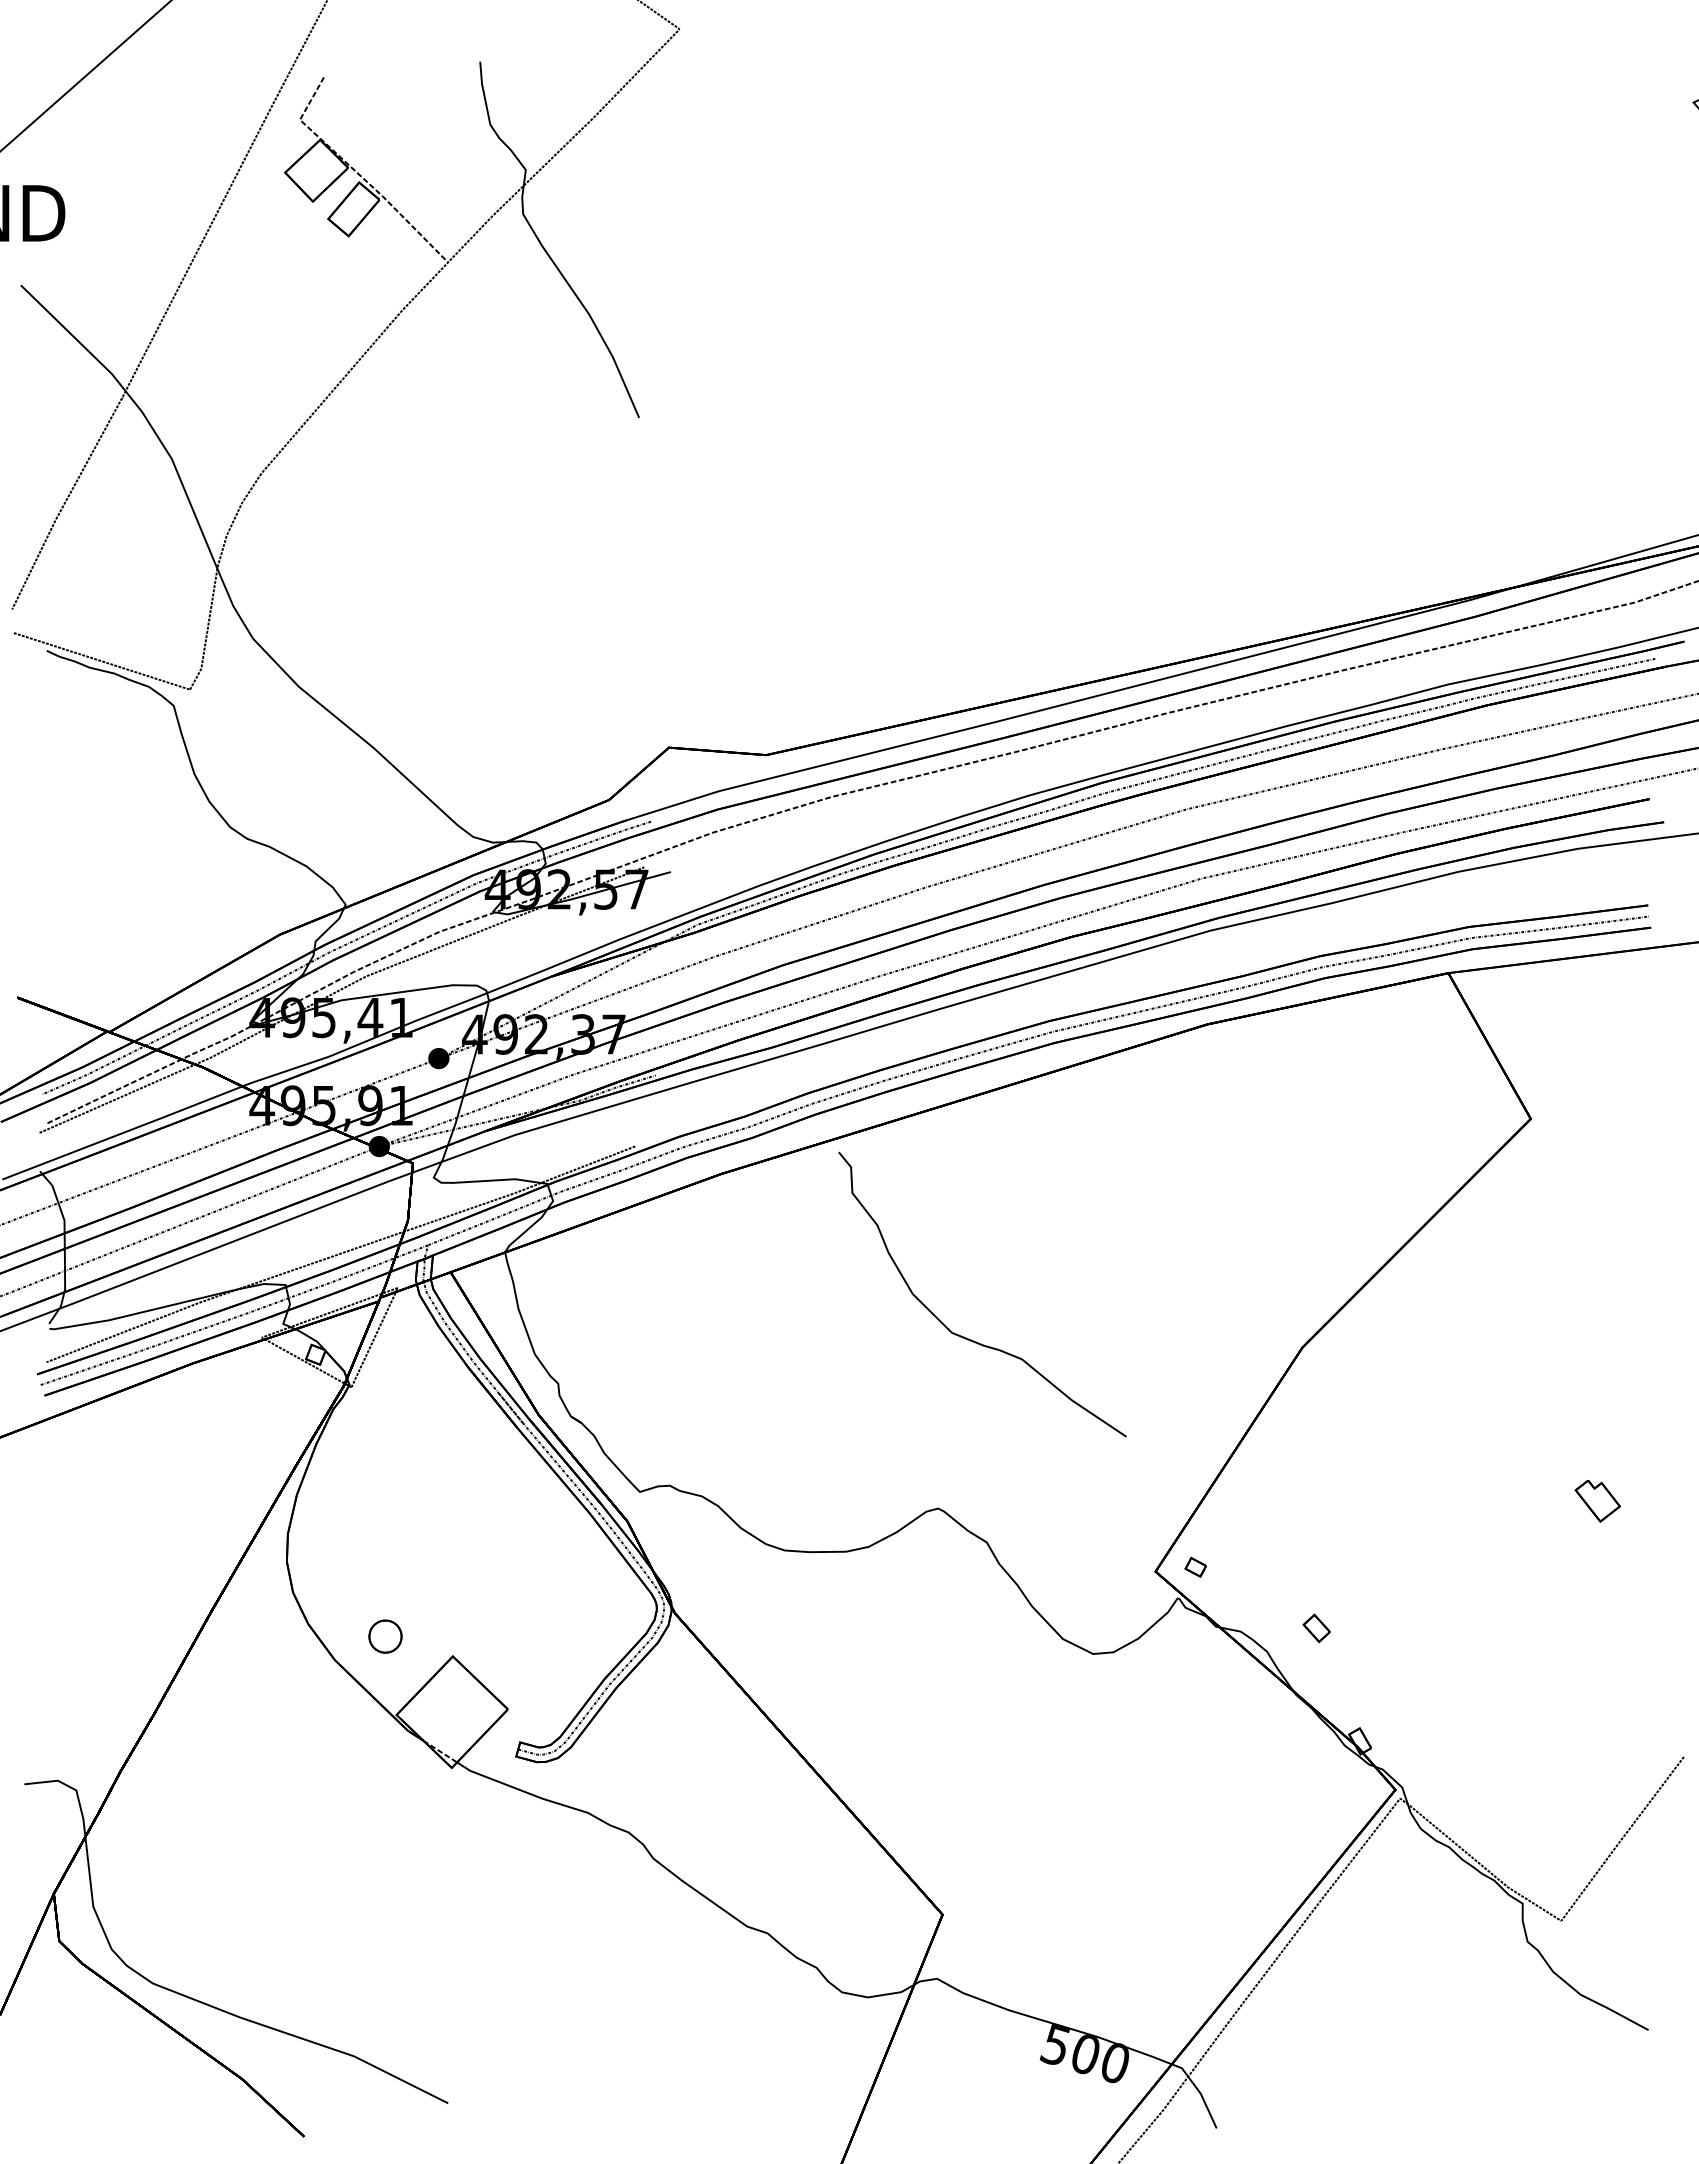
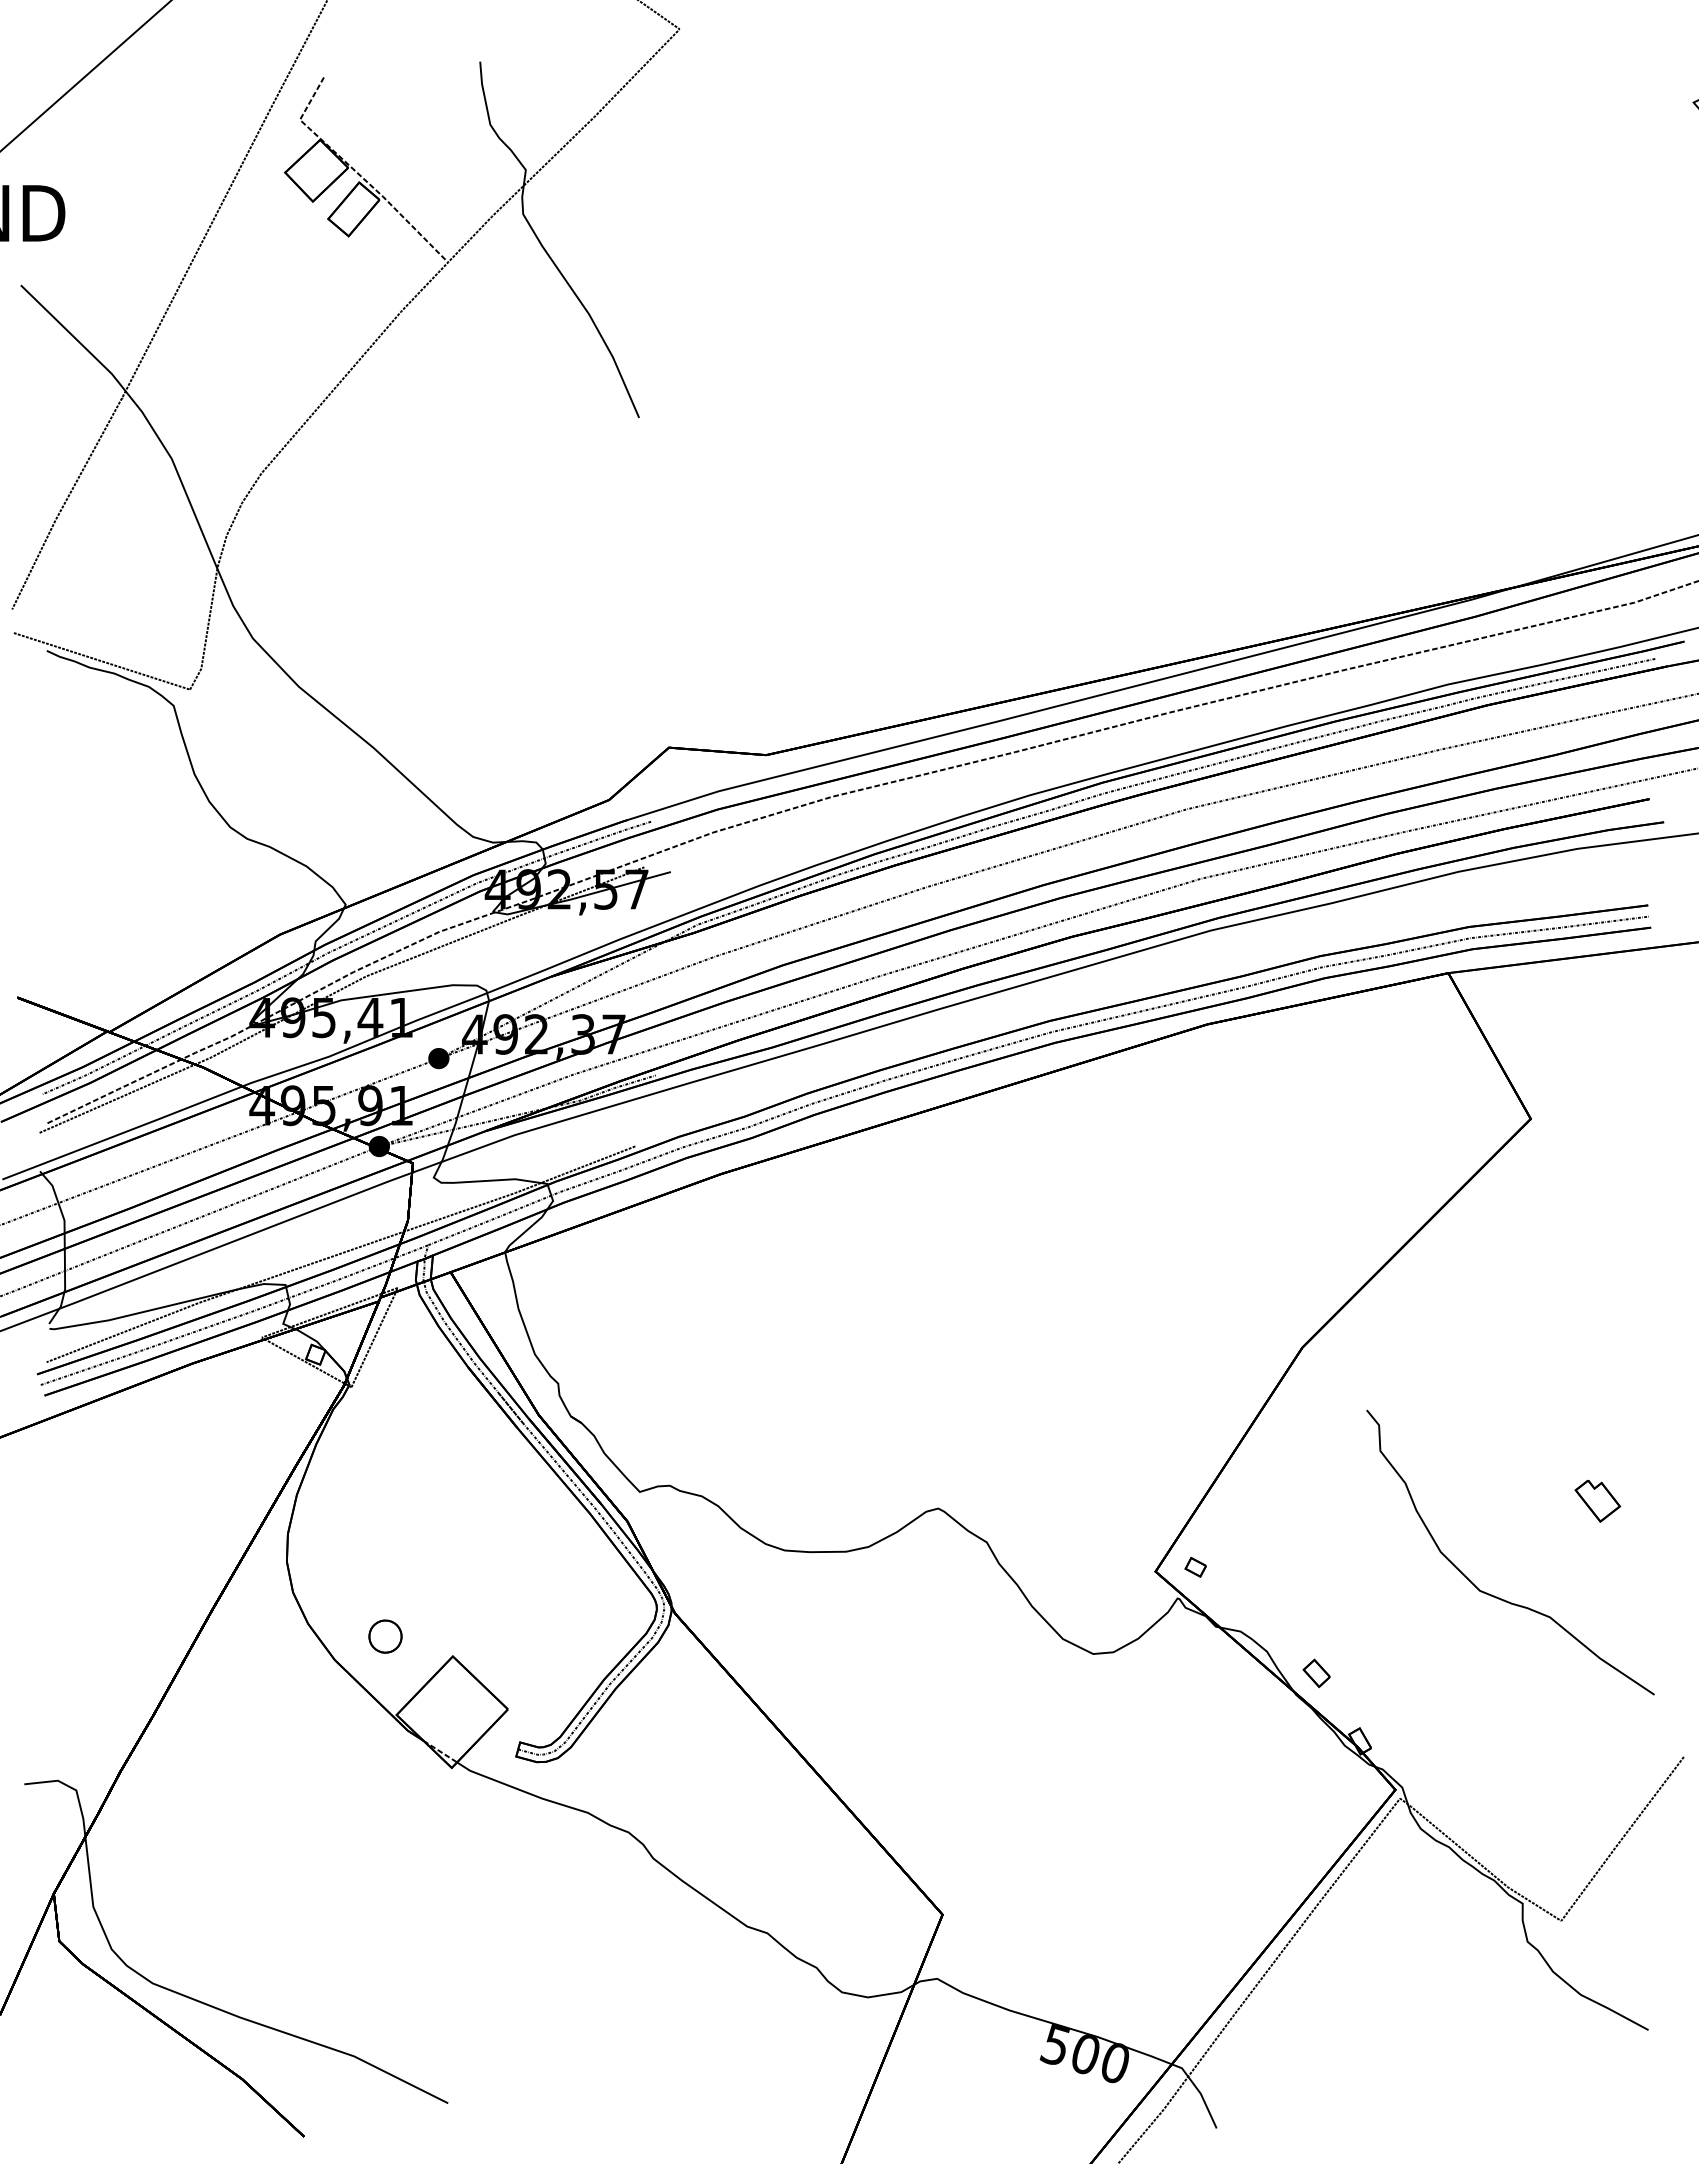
curve at (964, 1336) position: (964, 1336) -> (1492, 1594)
part at (1316, 1628) position: (1316, 1628) -> (1316, 1673)
